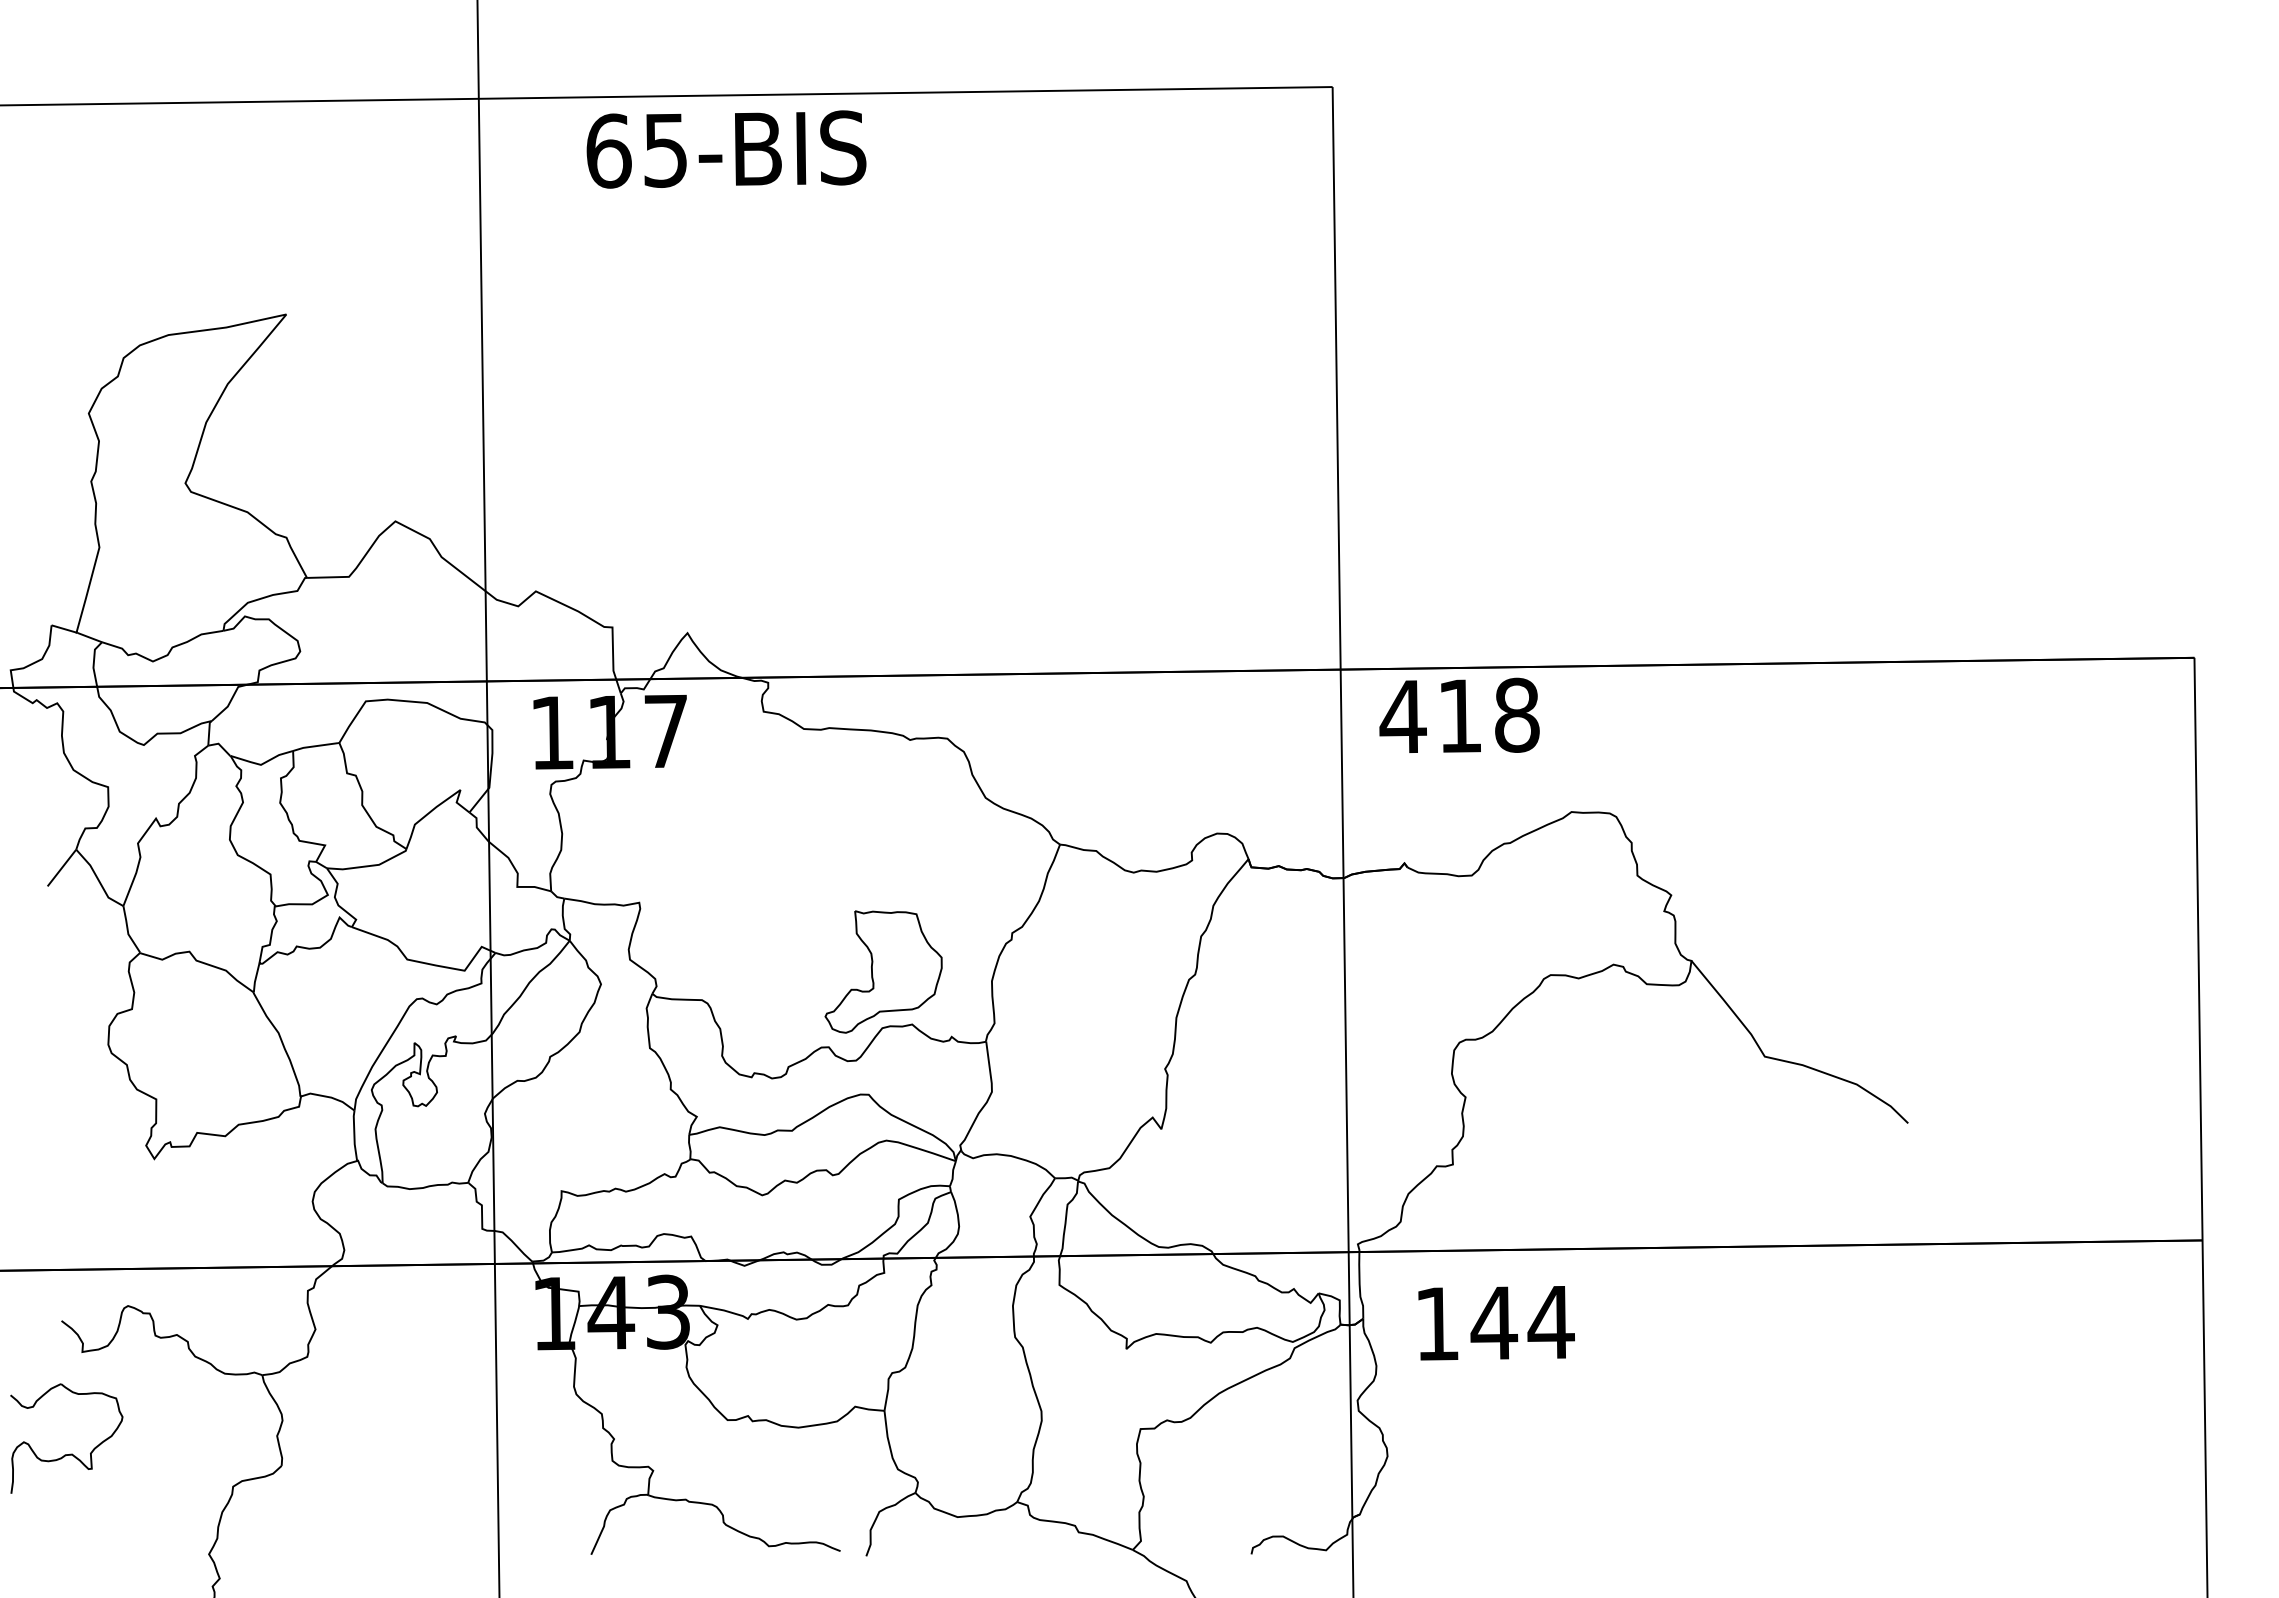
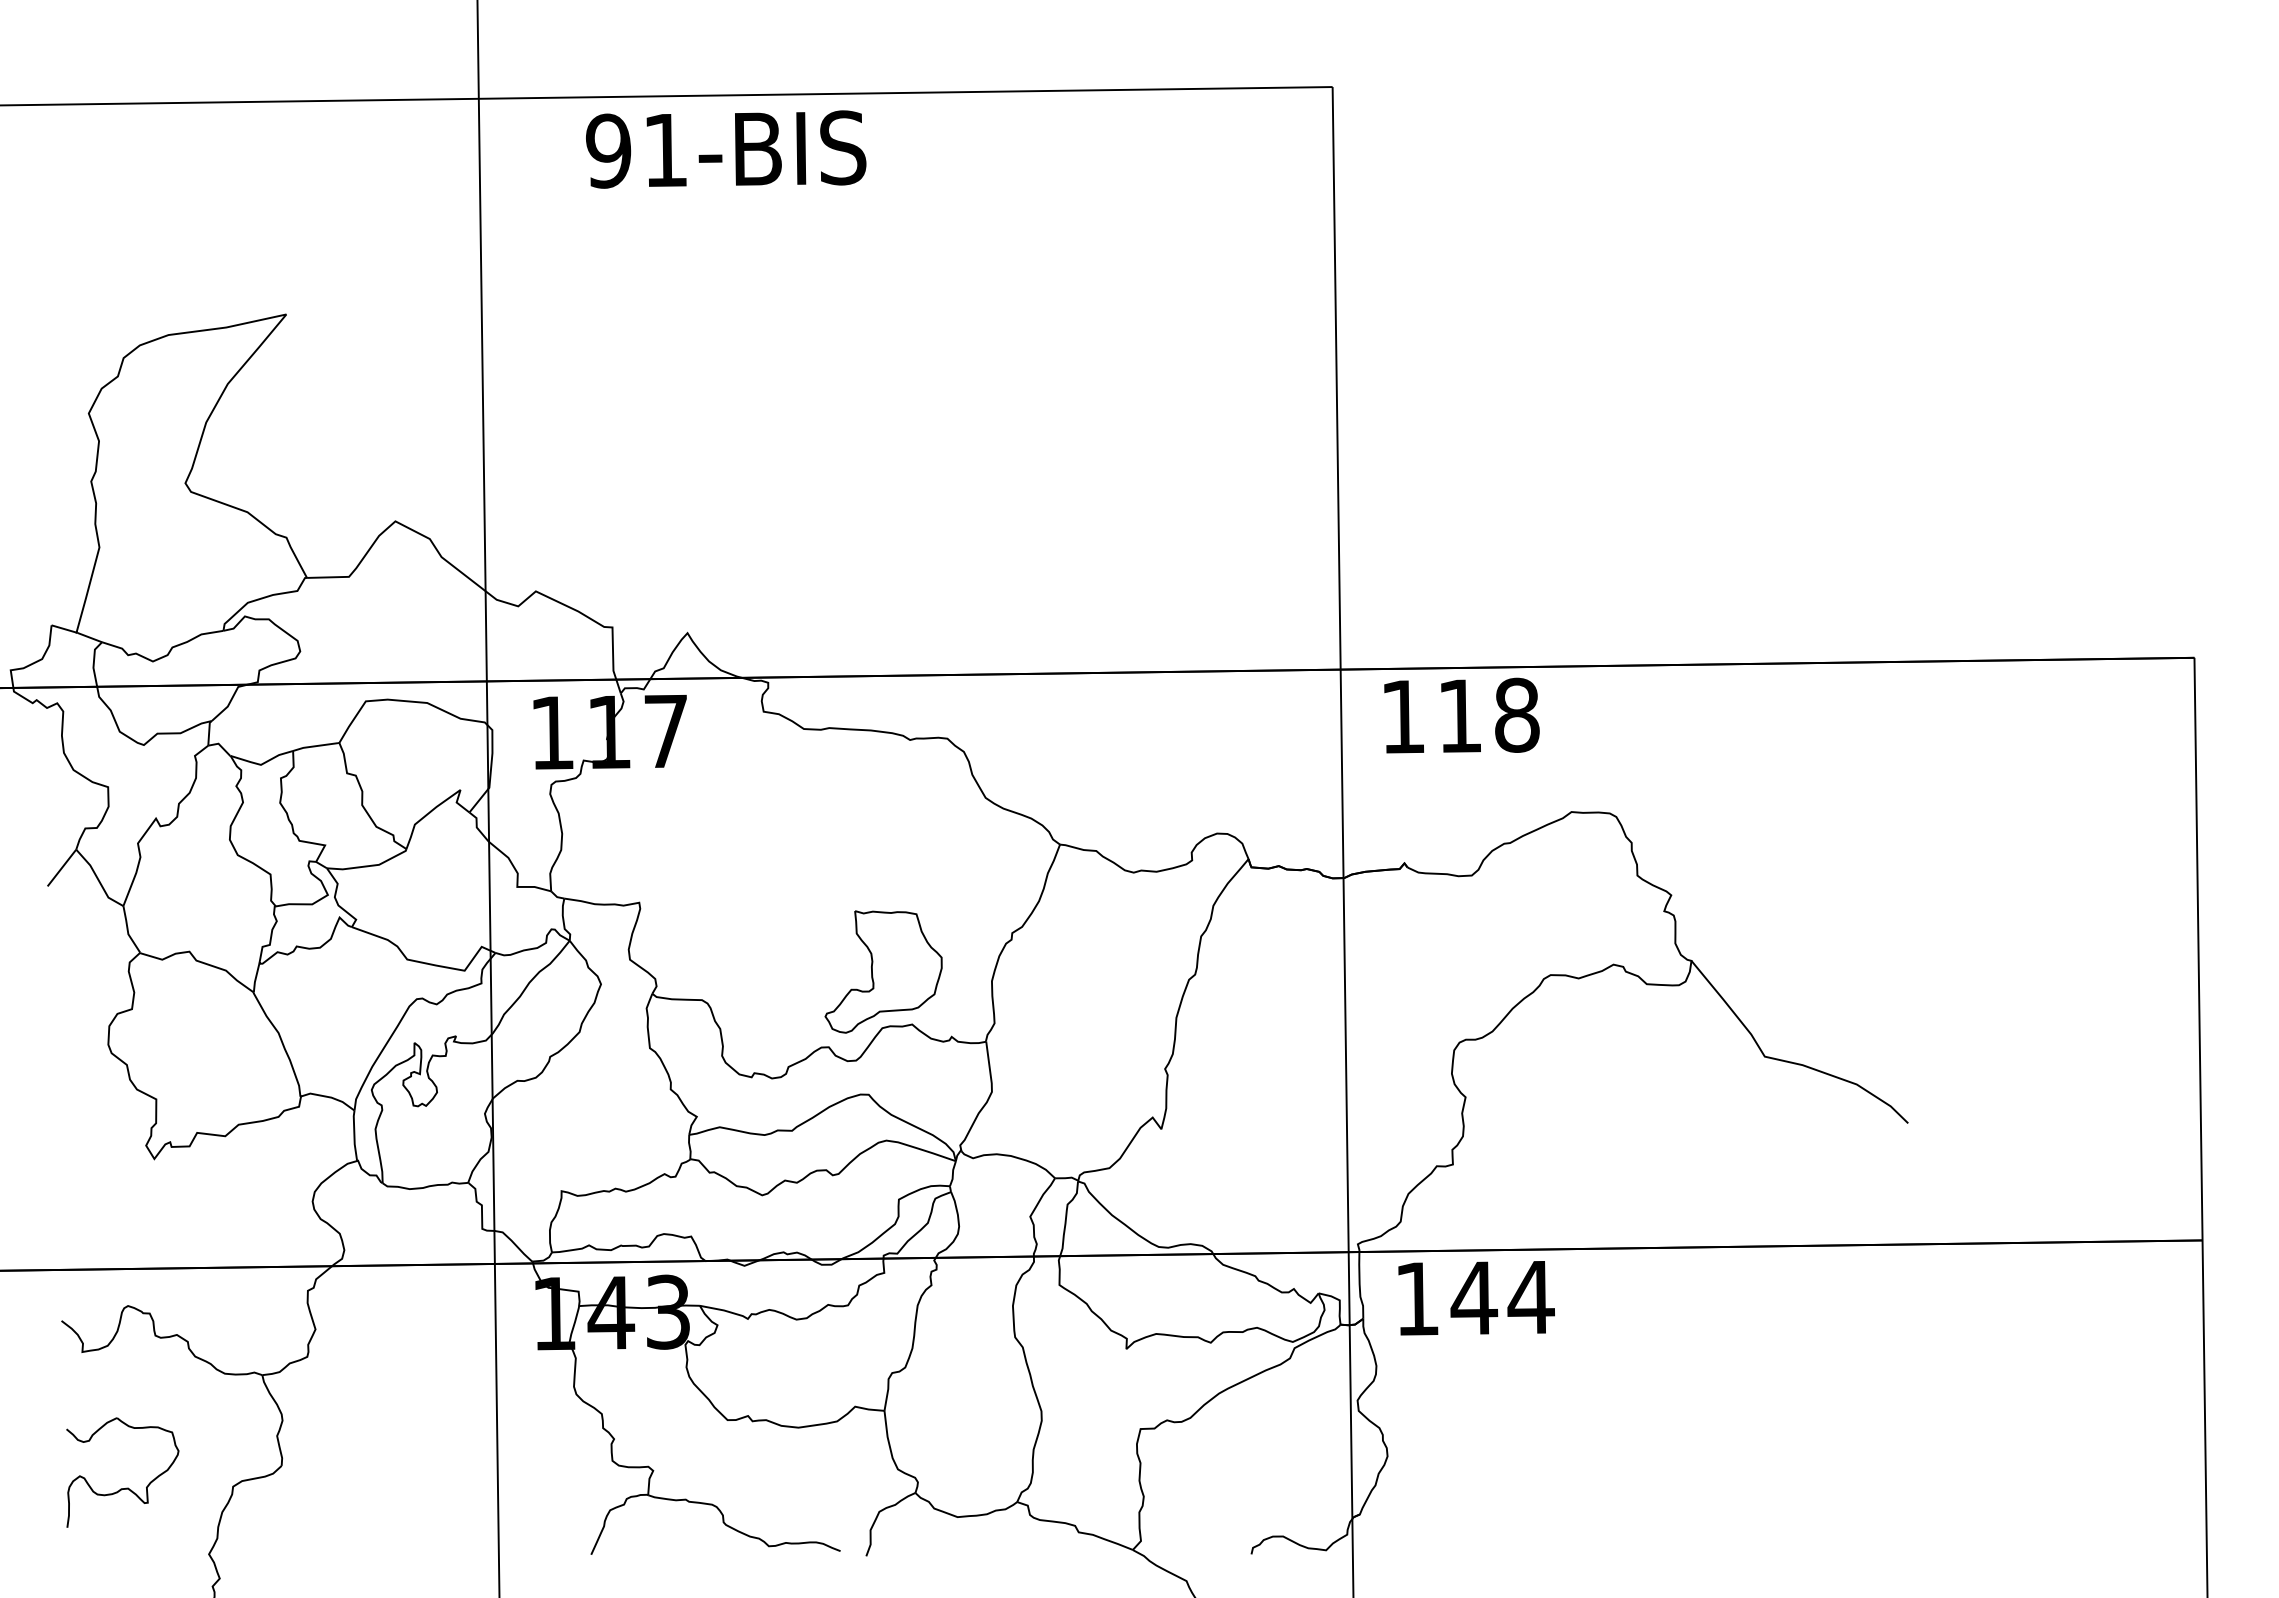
text at (636, 150): 65-BIS -> 91-BIS
text at (1402, 716): 418 -> 118
text at (1496, 1323) position: (1496, 1323) -> (1476, 1298)
part at (70, 1453) position: (70, 1453) -> (126, 1487)
